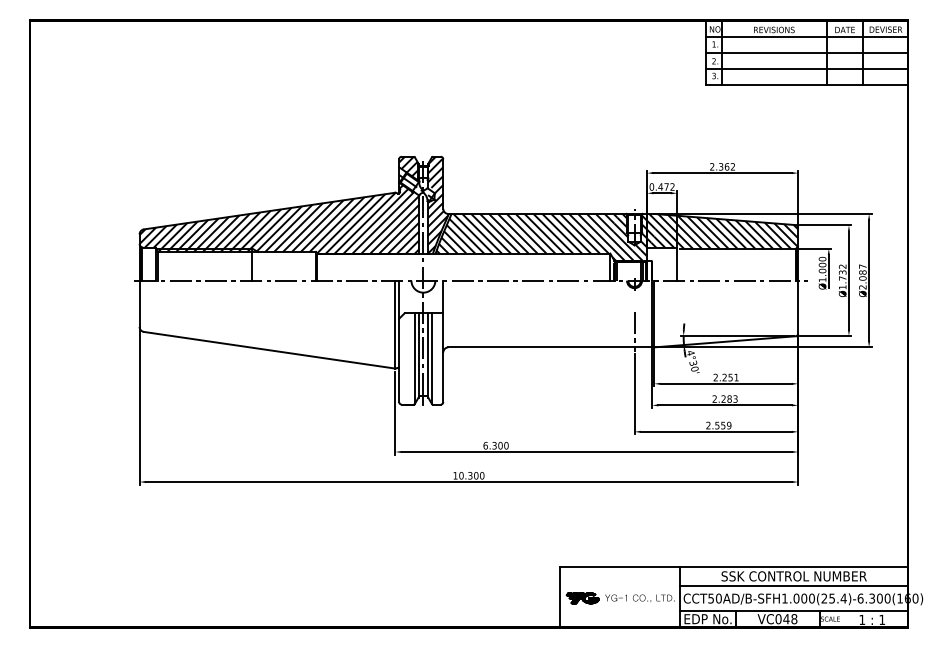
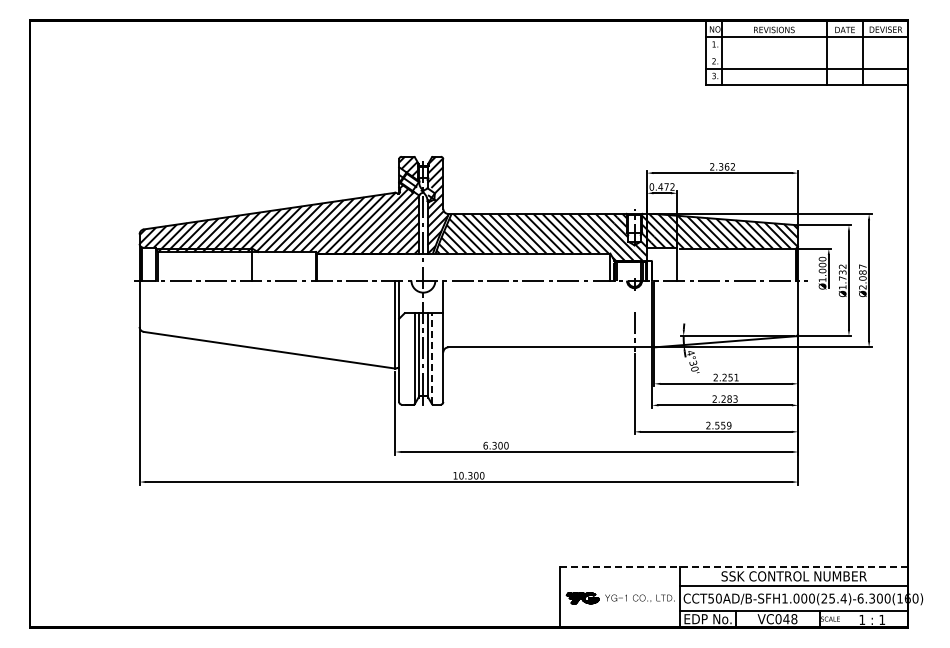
line at (806, 52): present -> none
line at (432, 358): solid -> dashed
line at (734, 566): solid -> dashed
